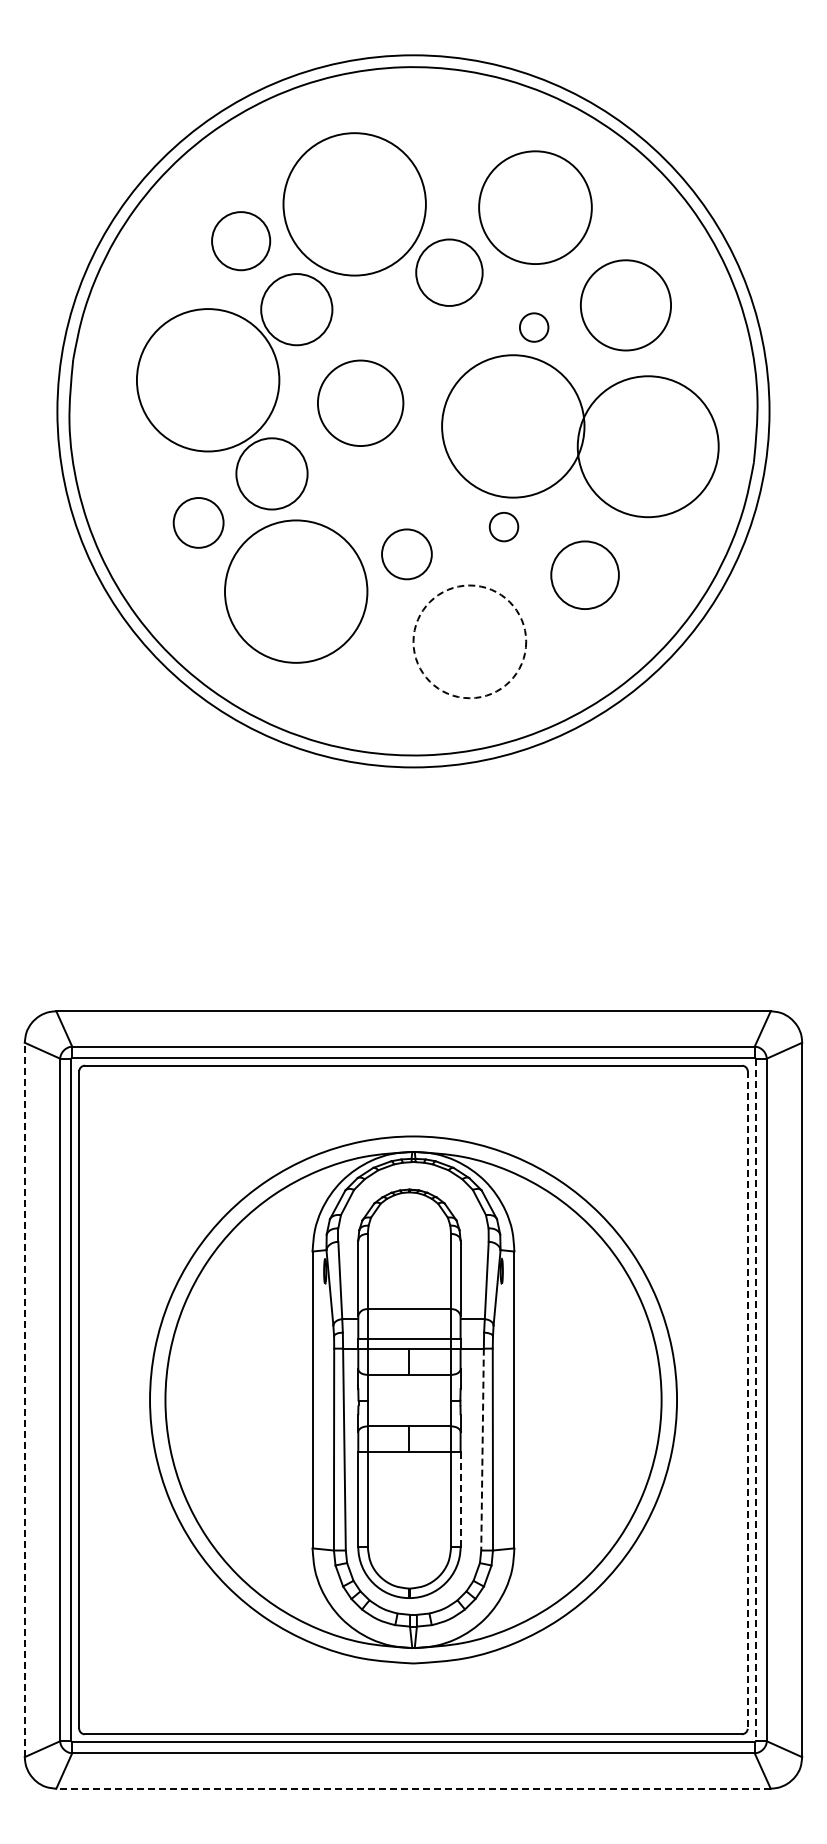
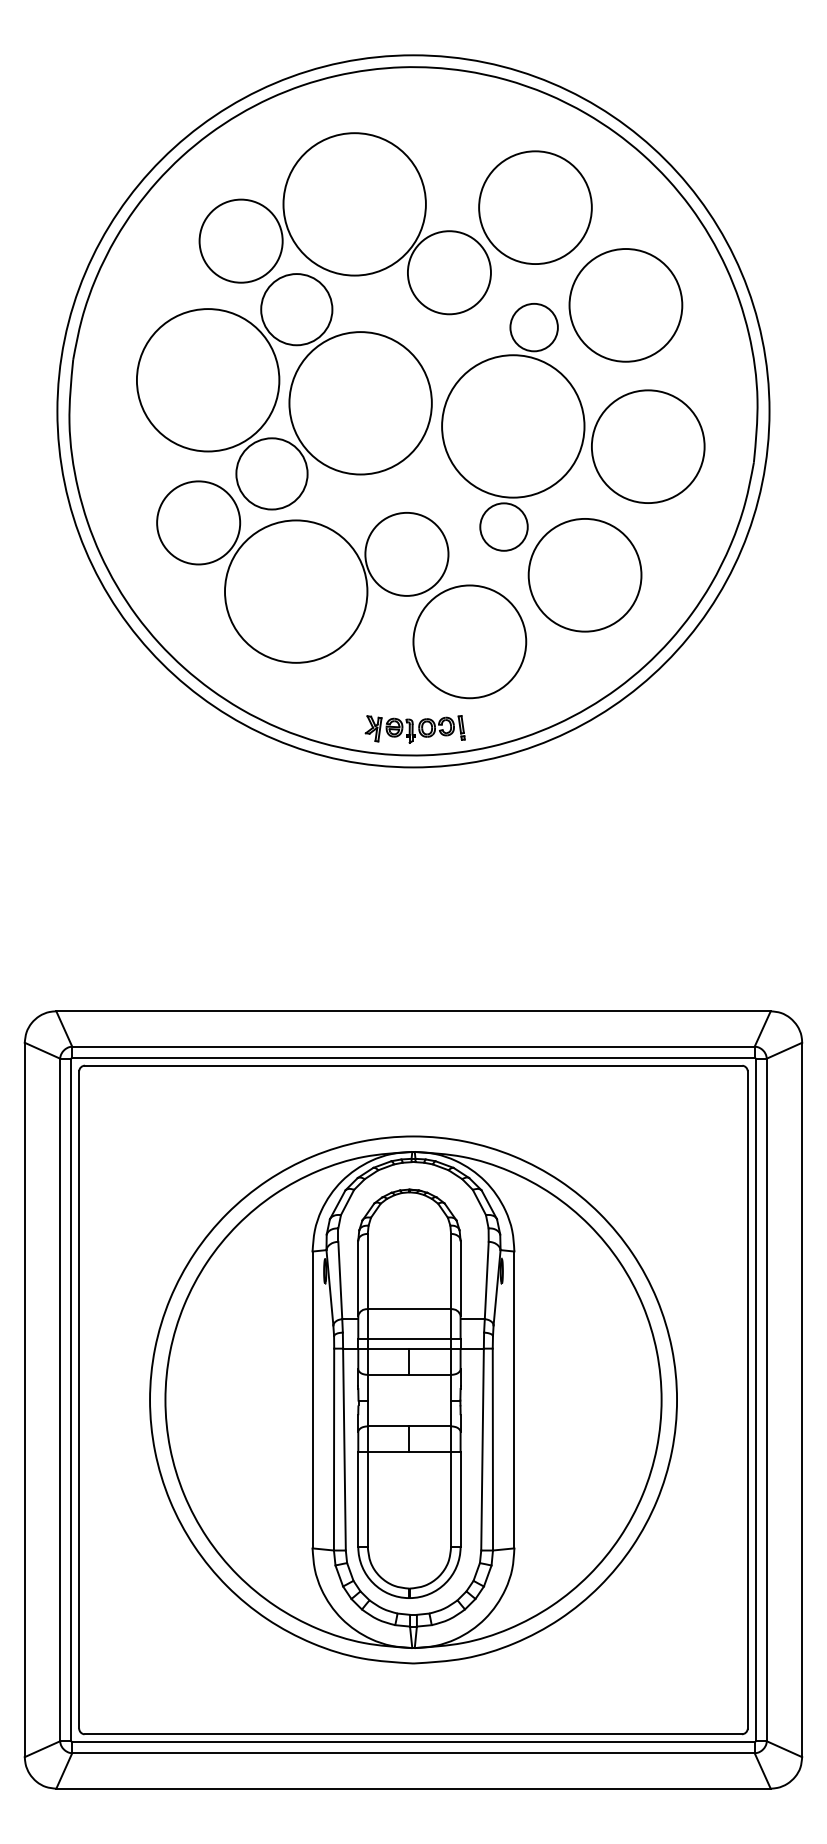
circle at (241, 241) diameter: 58 px -> 83 px
circle at (449, 272) diameter: 66 px -> 83 px
circle at (625, 305) size: 92x93 px -> 116x115 px
circle at (533, 327) diameter: 28 px -> 47 px
circle at (360, 403) diameter: 85 px -> 142 px
circle at (647, 446) diameter: 141 px -> 113 px
circle at (198, 522) diameter: 50 px -> 83 px
circle at (503, 526) diameter: 28 px -> 47 px
circle at (406, 554) diameter: 50 px -> 83 px
circle at (584, 575) diameter: 68 px -> 113 px
circle at (469, 641): dashed -> solid
part at (414, 729): none -> present
line at (24, 1399): dashed -> solid
line at (747, 1399): dashed -> solid
line at (755, 1400): dashed -> solid
line at (482, 1449): dashed -> solid
line at (460, 1500): dashed -> solid
line at (413, 1788): dashed -> solid
